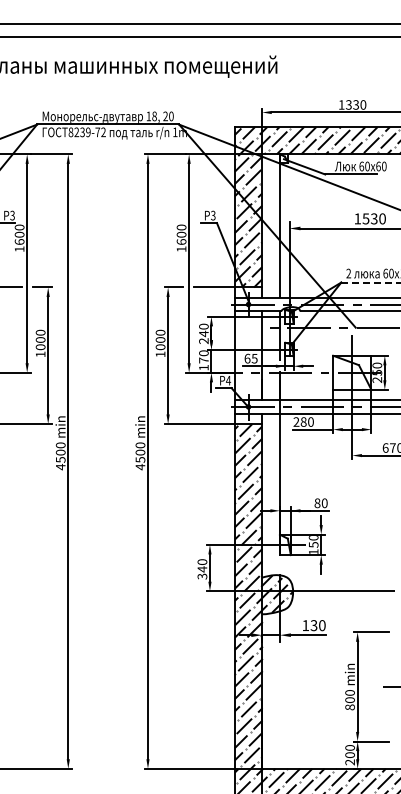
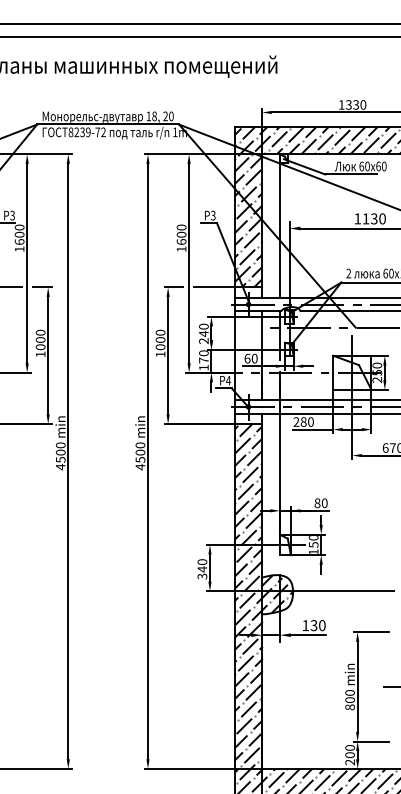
text at (365, 218): 1530 -> 1130
line at (370, 282): dashed -> solid
text at (254, 358): 65 -> 60
